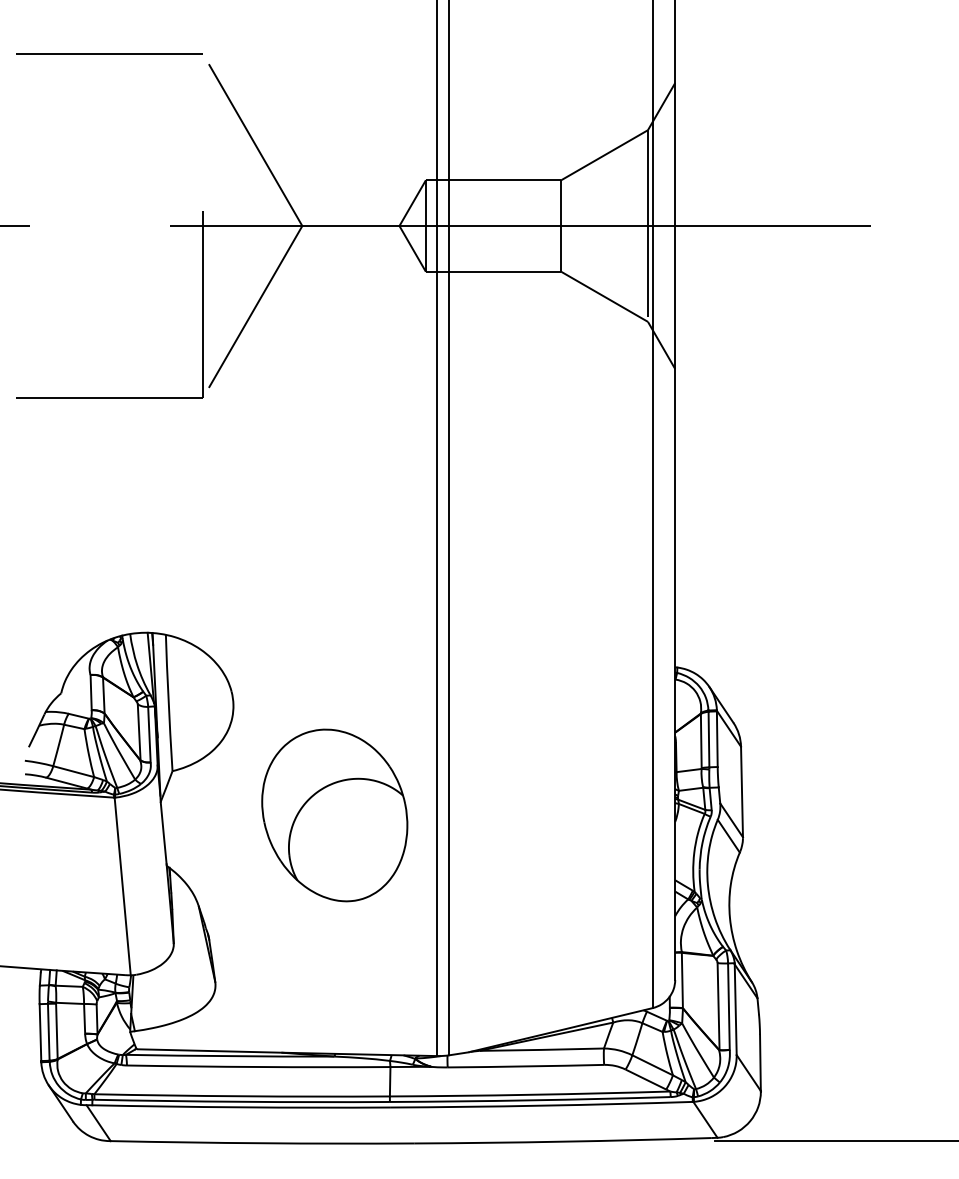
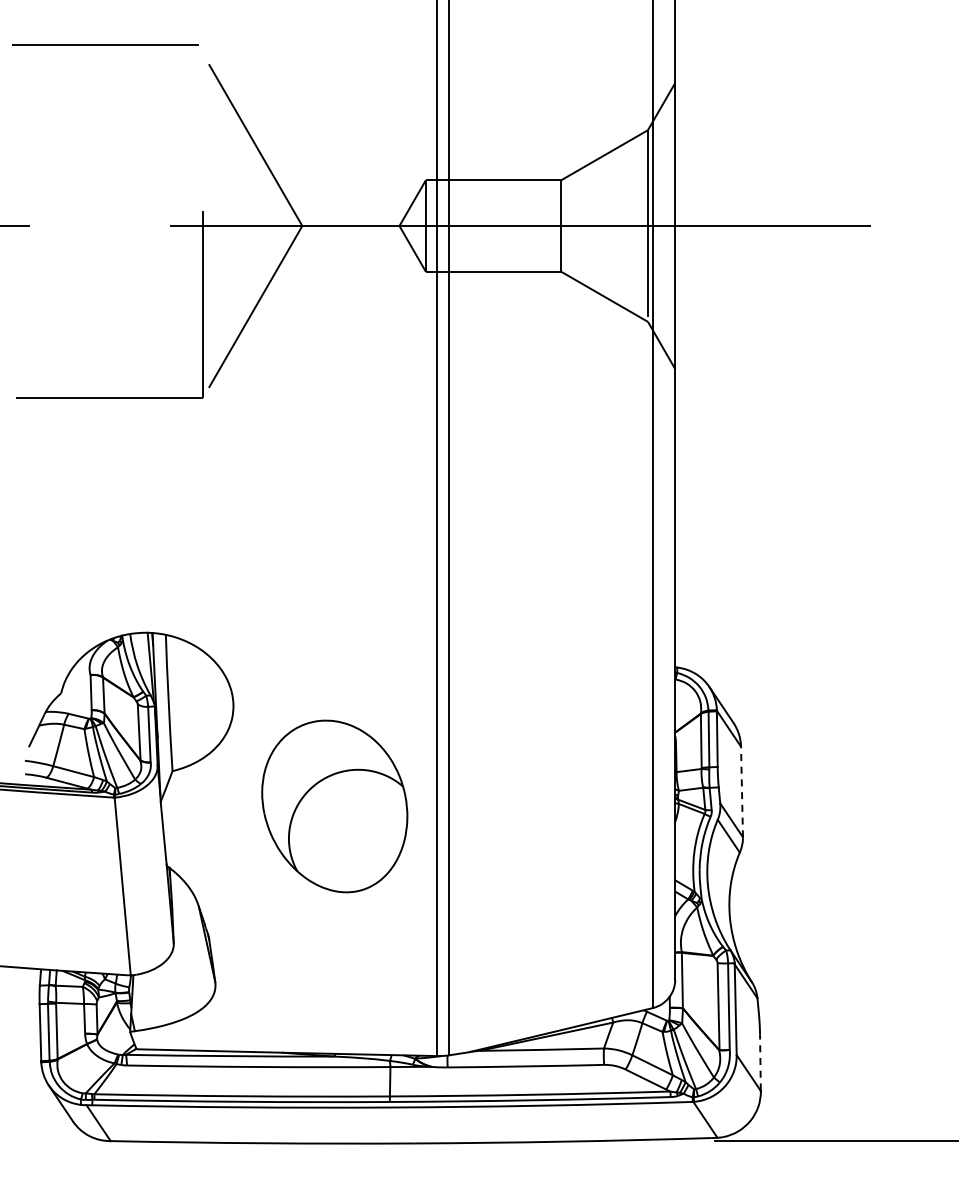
line at (109, 53) position: (109, 53) -> (105, 44)
line at (742, 791): solid -> dashed
part at (334, 815) position: (334, 815) -> (334, 806)
line at (760, 1062): solid -> dashed
